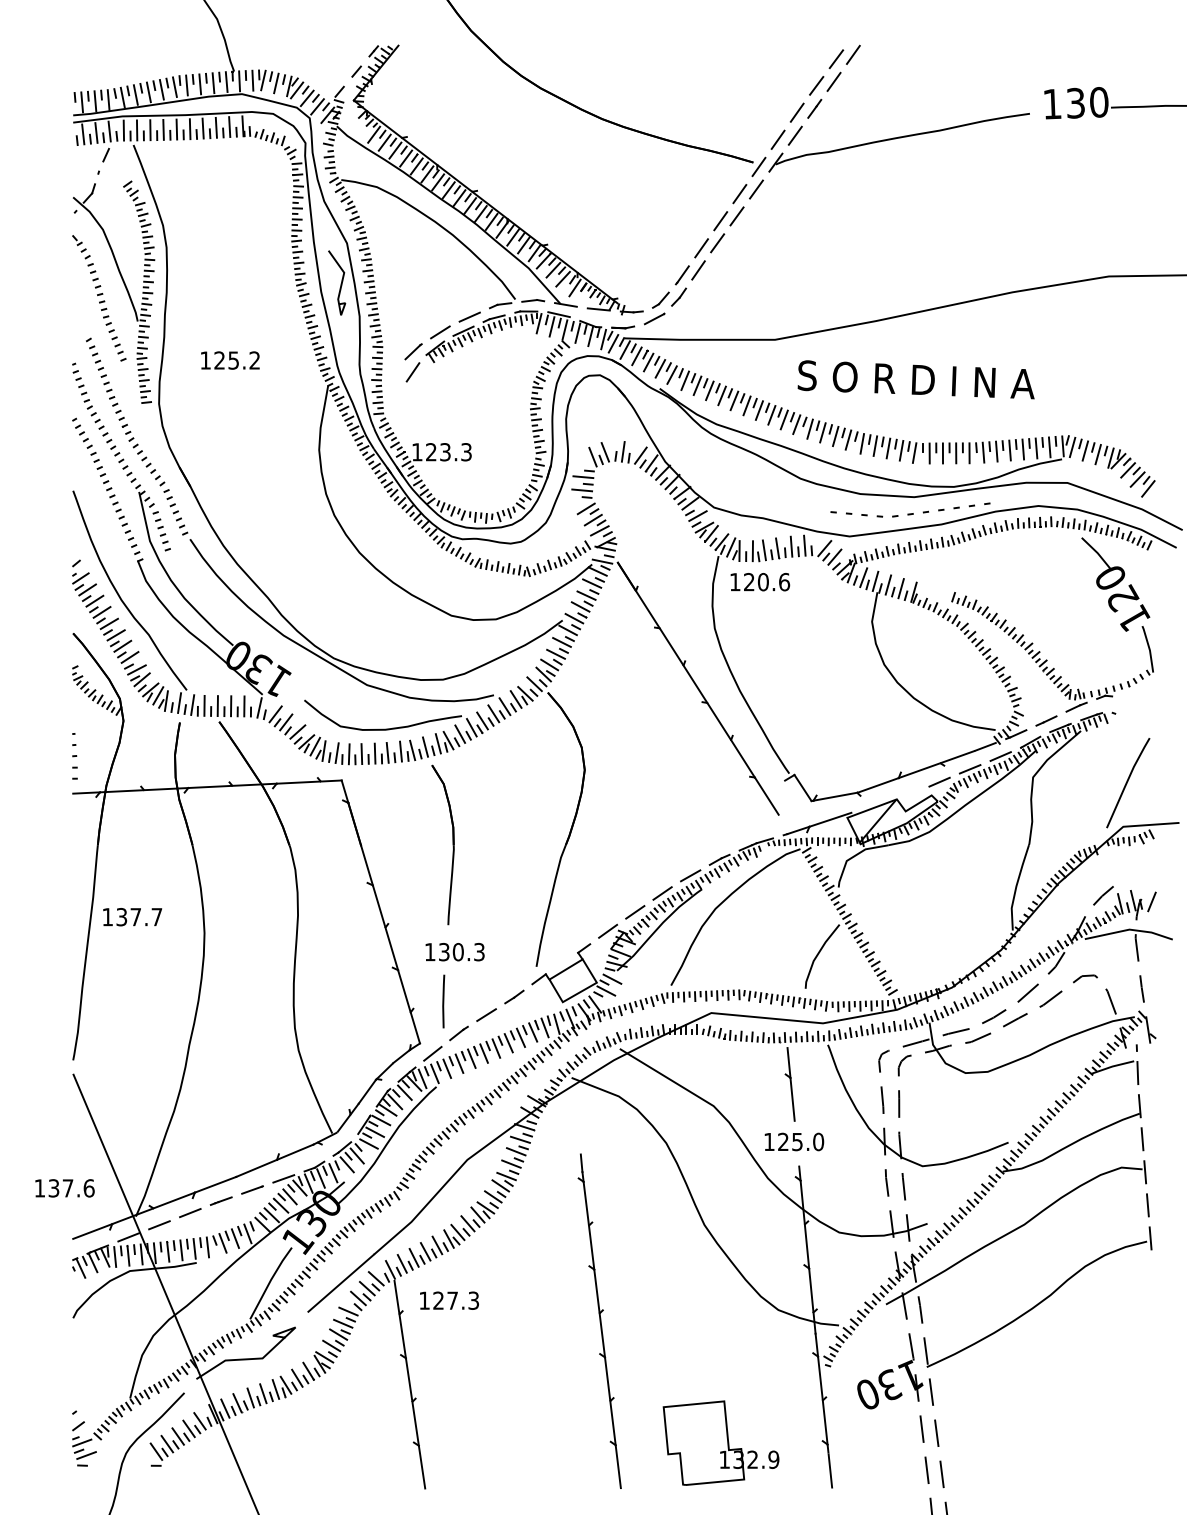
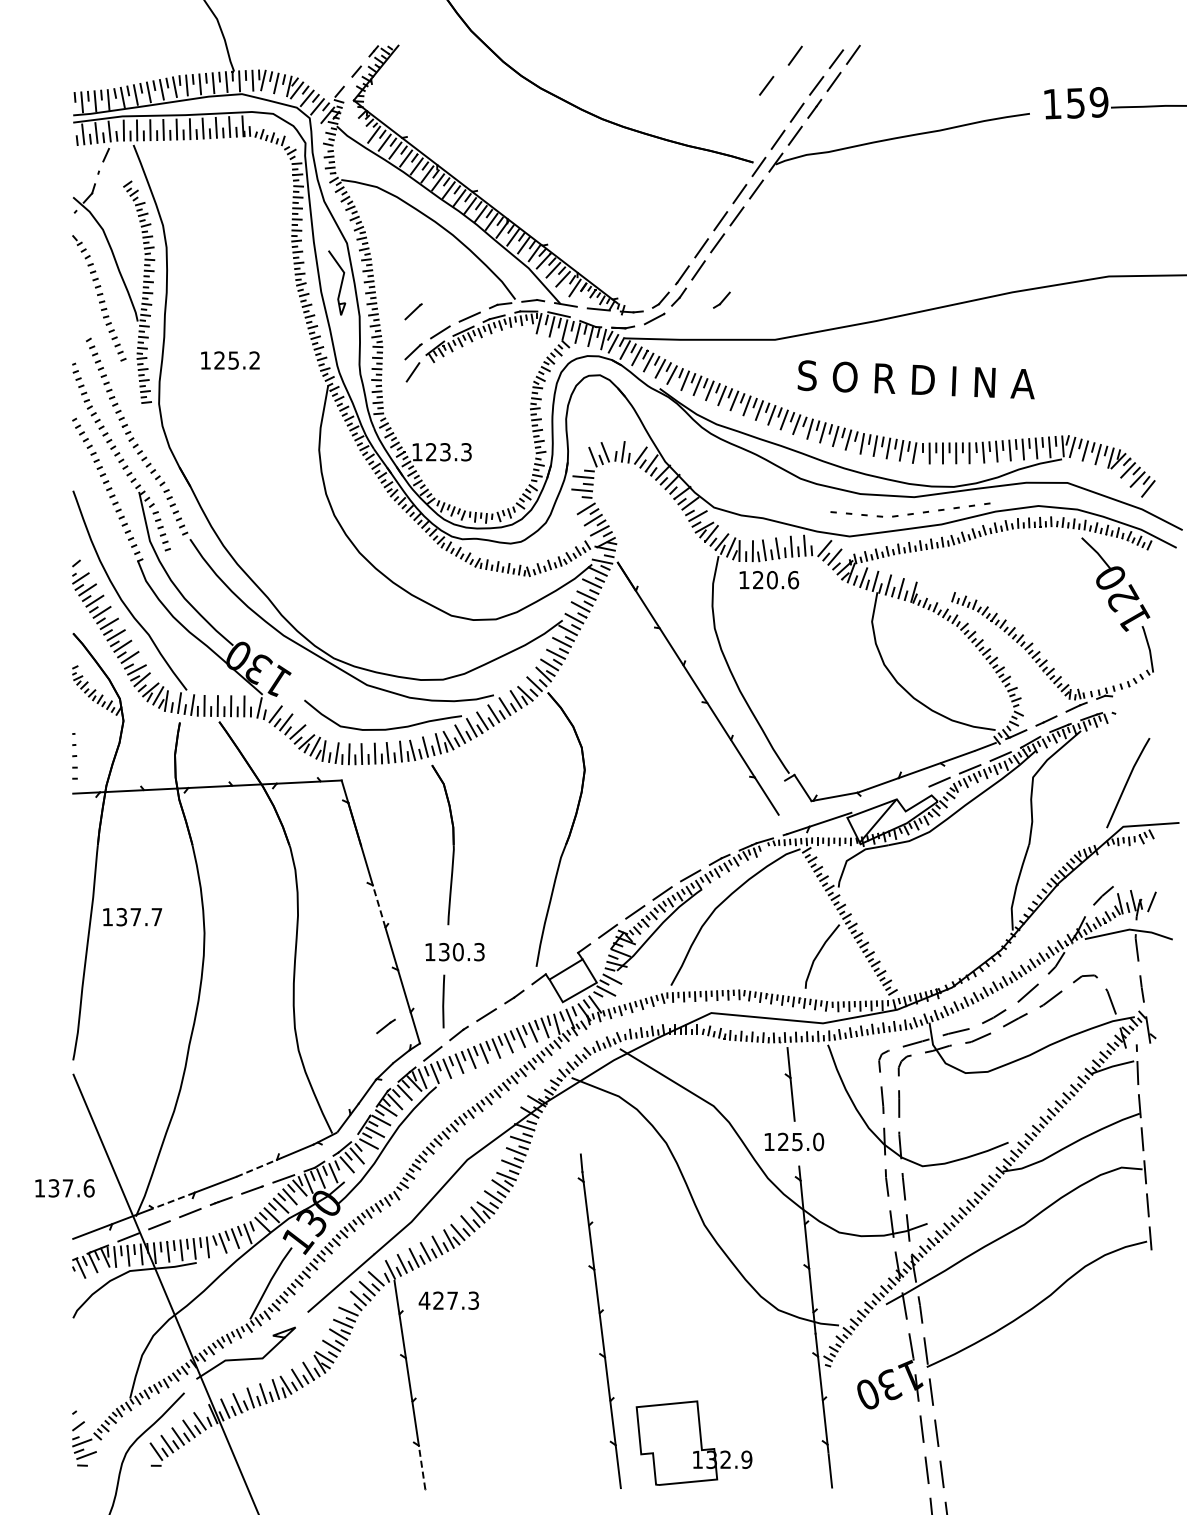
line at (794, 55): none -> present
line at (766, 85): none -> present
text at (1087, 102): 130 -> 159
part at (721, 299): none -> present
line at (413, 311): none -> present
text at (760, 582) position: (760, 582) -> (769, 580)
line at (379, 906): solid -> dashed
line at (385, 1026): none -> present
line at (257, 1168): solid -> dashed
line at (173, 1200): solid -> dashed
text at (424, 1300): 127.3 -> 427.3
part at (720, 1442) position: (720, 1442) -> (693, 1442)
line at (422, 1467): solid -> dashed
